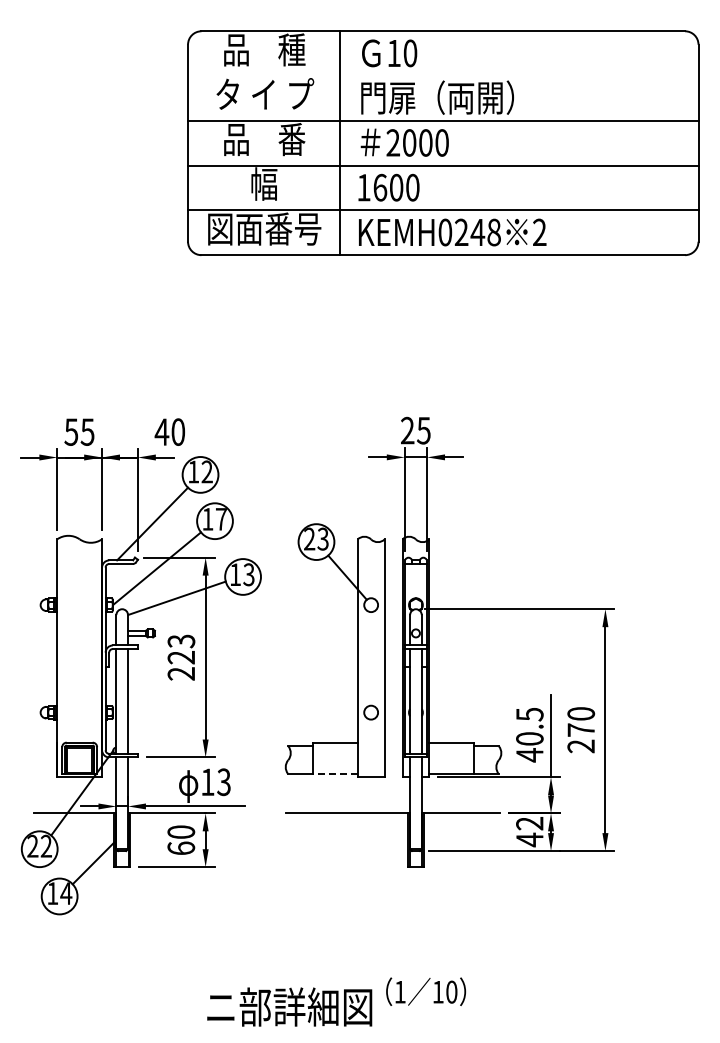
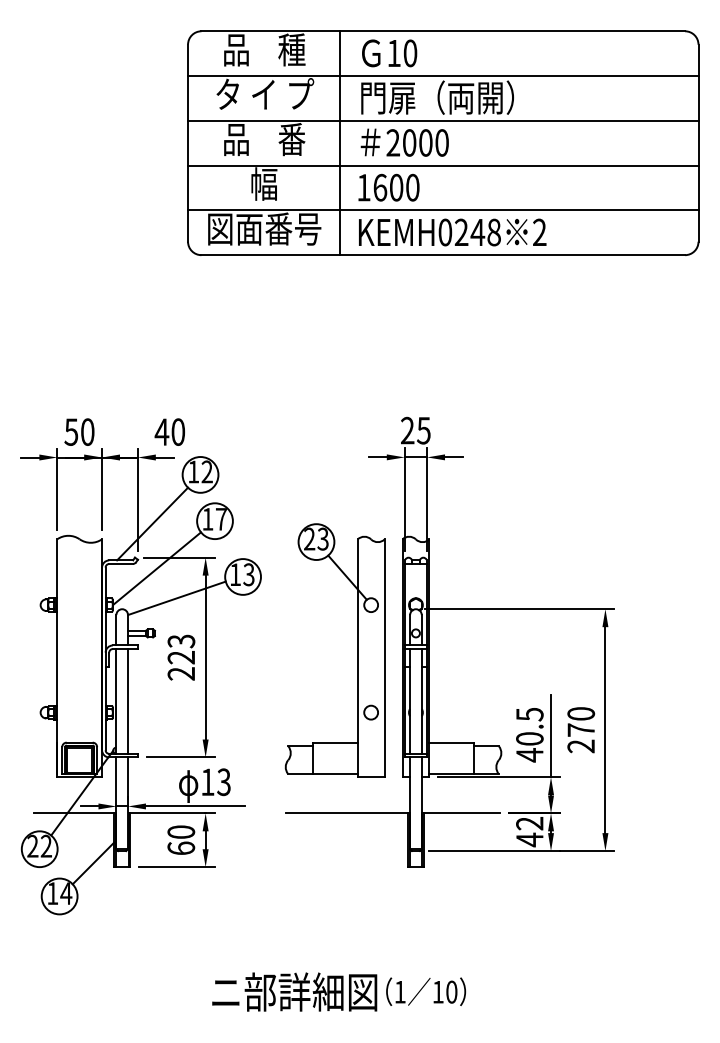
line at (443, 76): none -> present
text at (87, 431): 55 -> 50
line at (334, 774): dashed -> solid
text at (289, 1006) position: (289, 1006) -> (294, 991)
